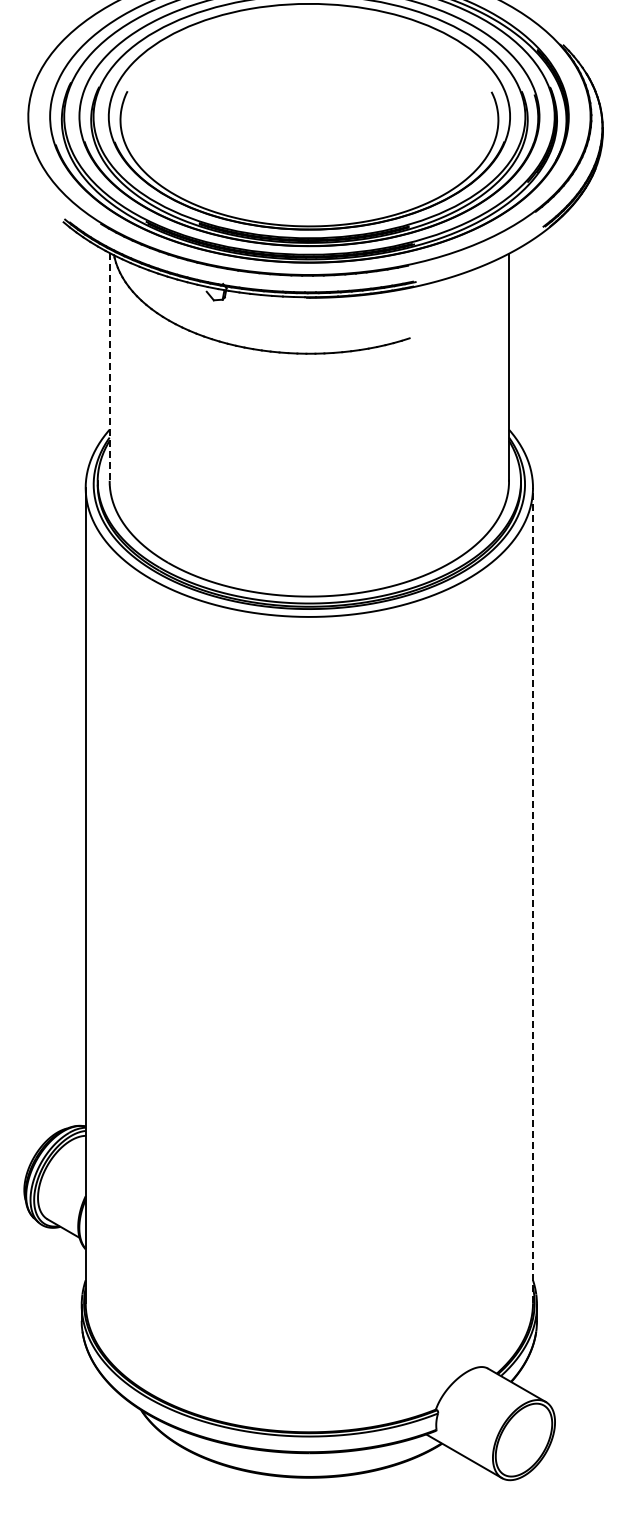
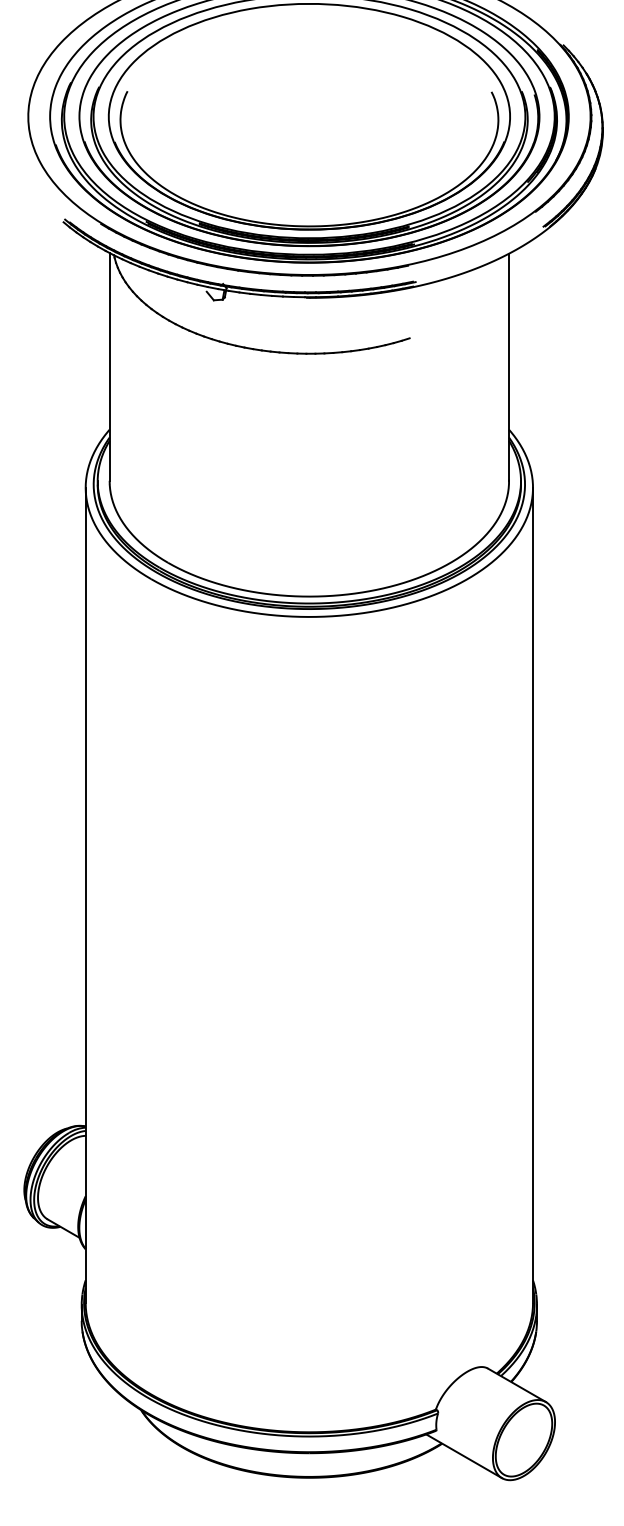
line at (109, 366): dashed -> solid
line at (533, 895): dashed -> solid
